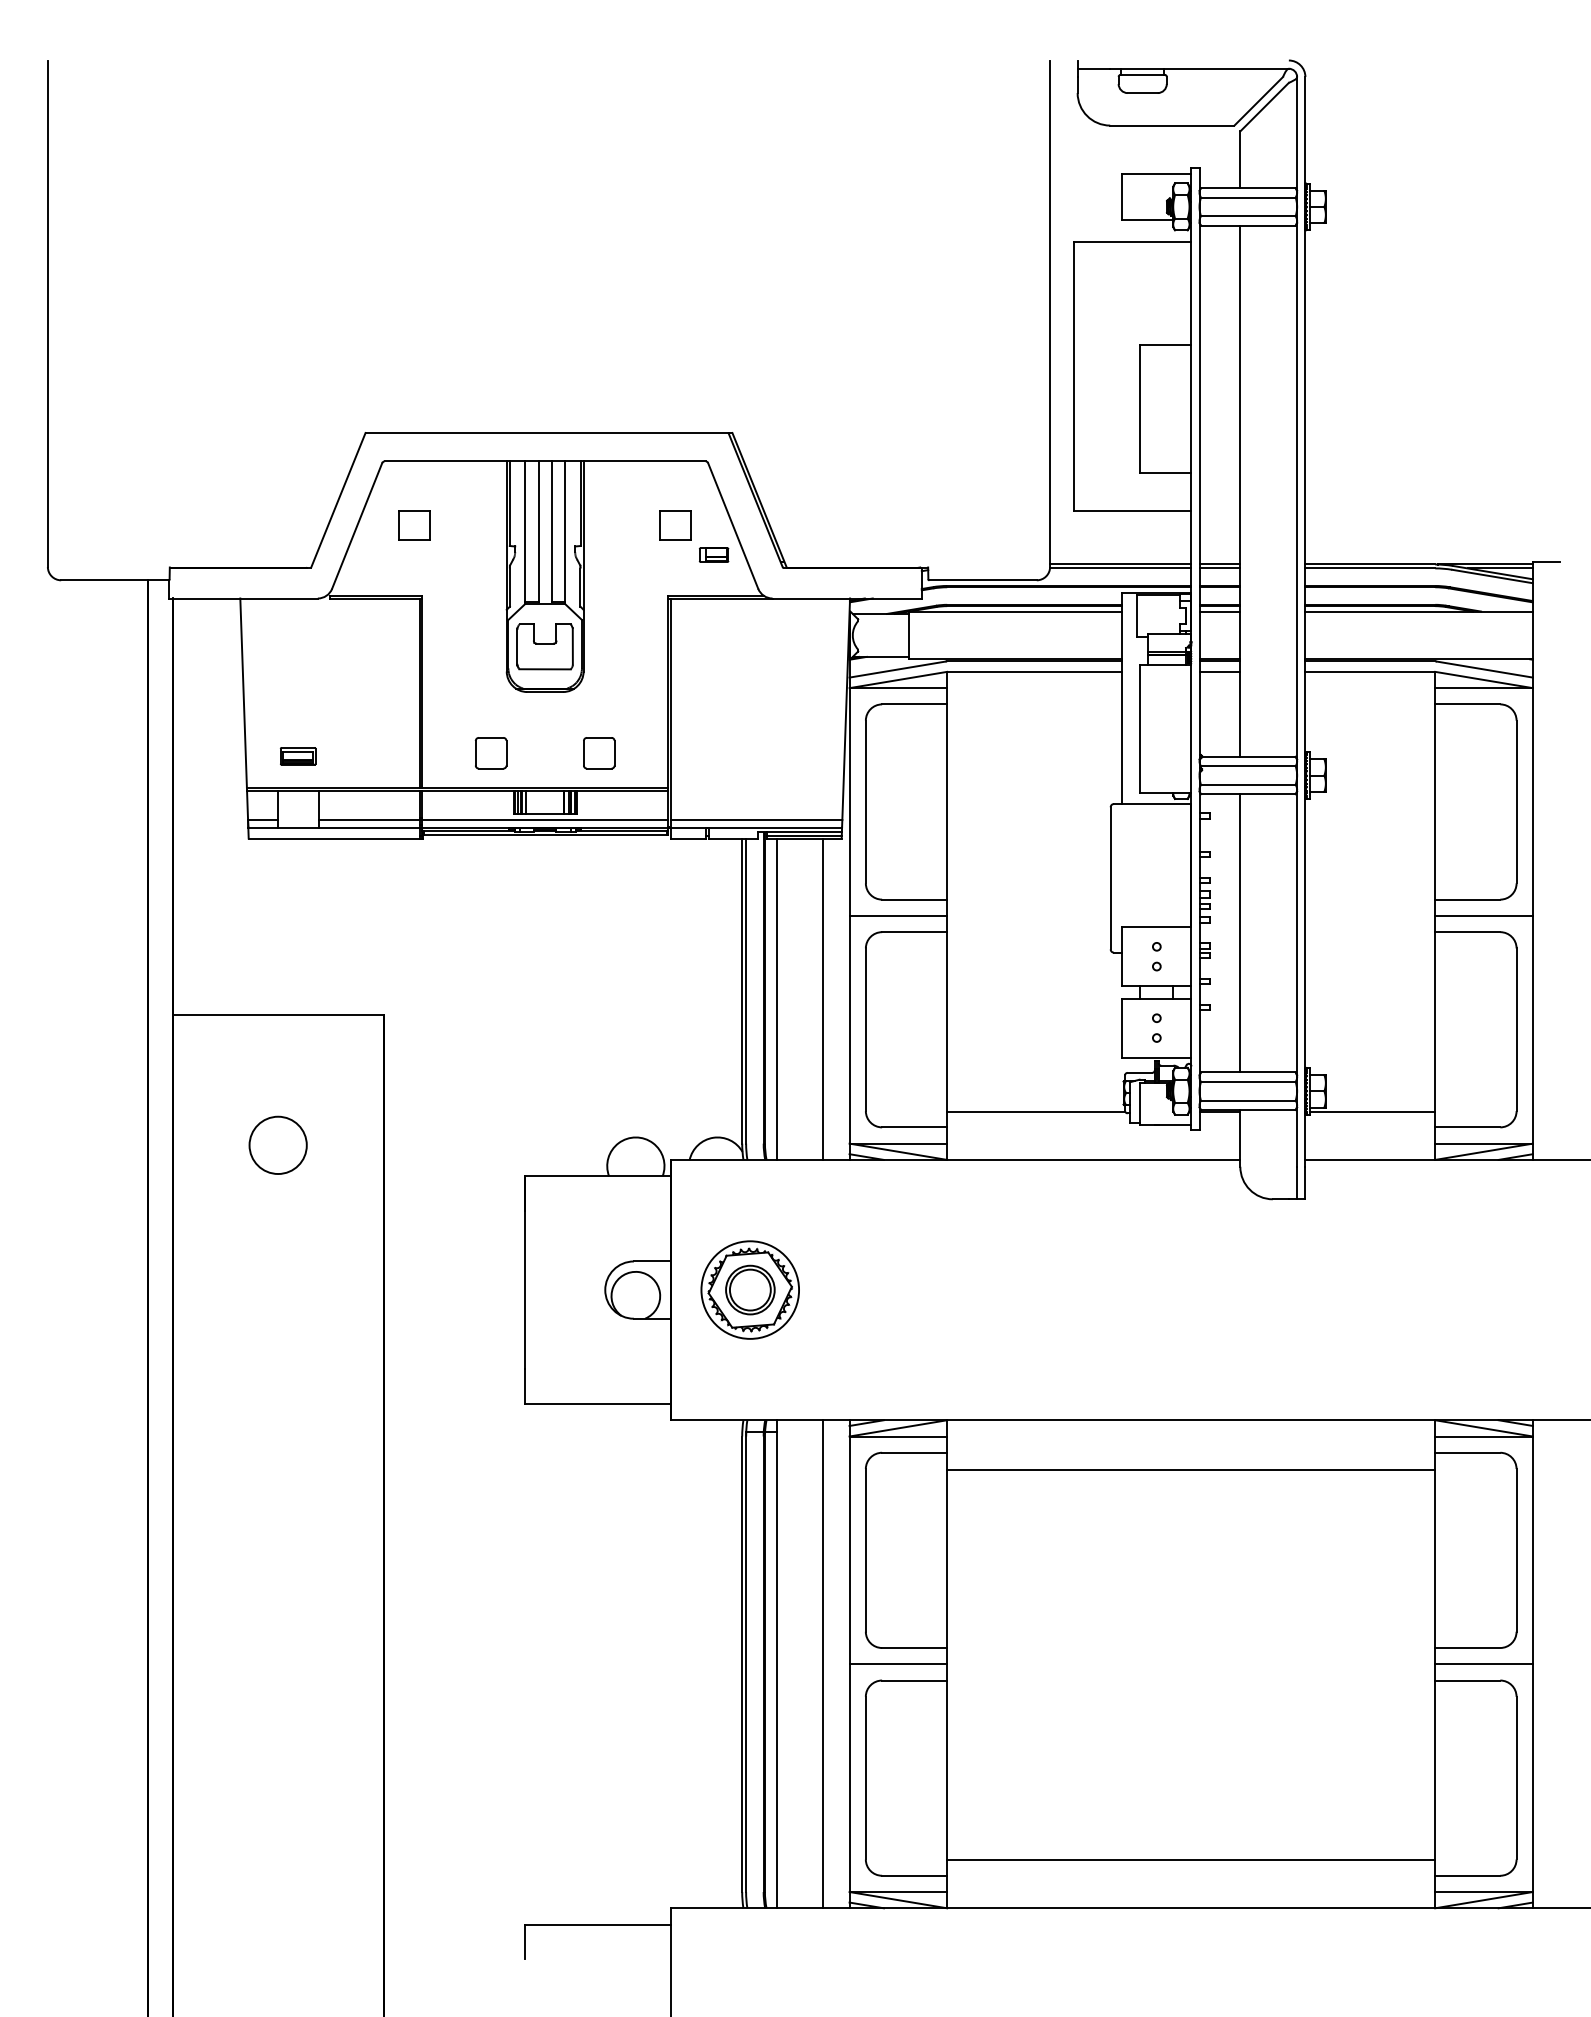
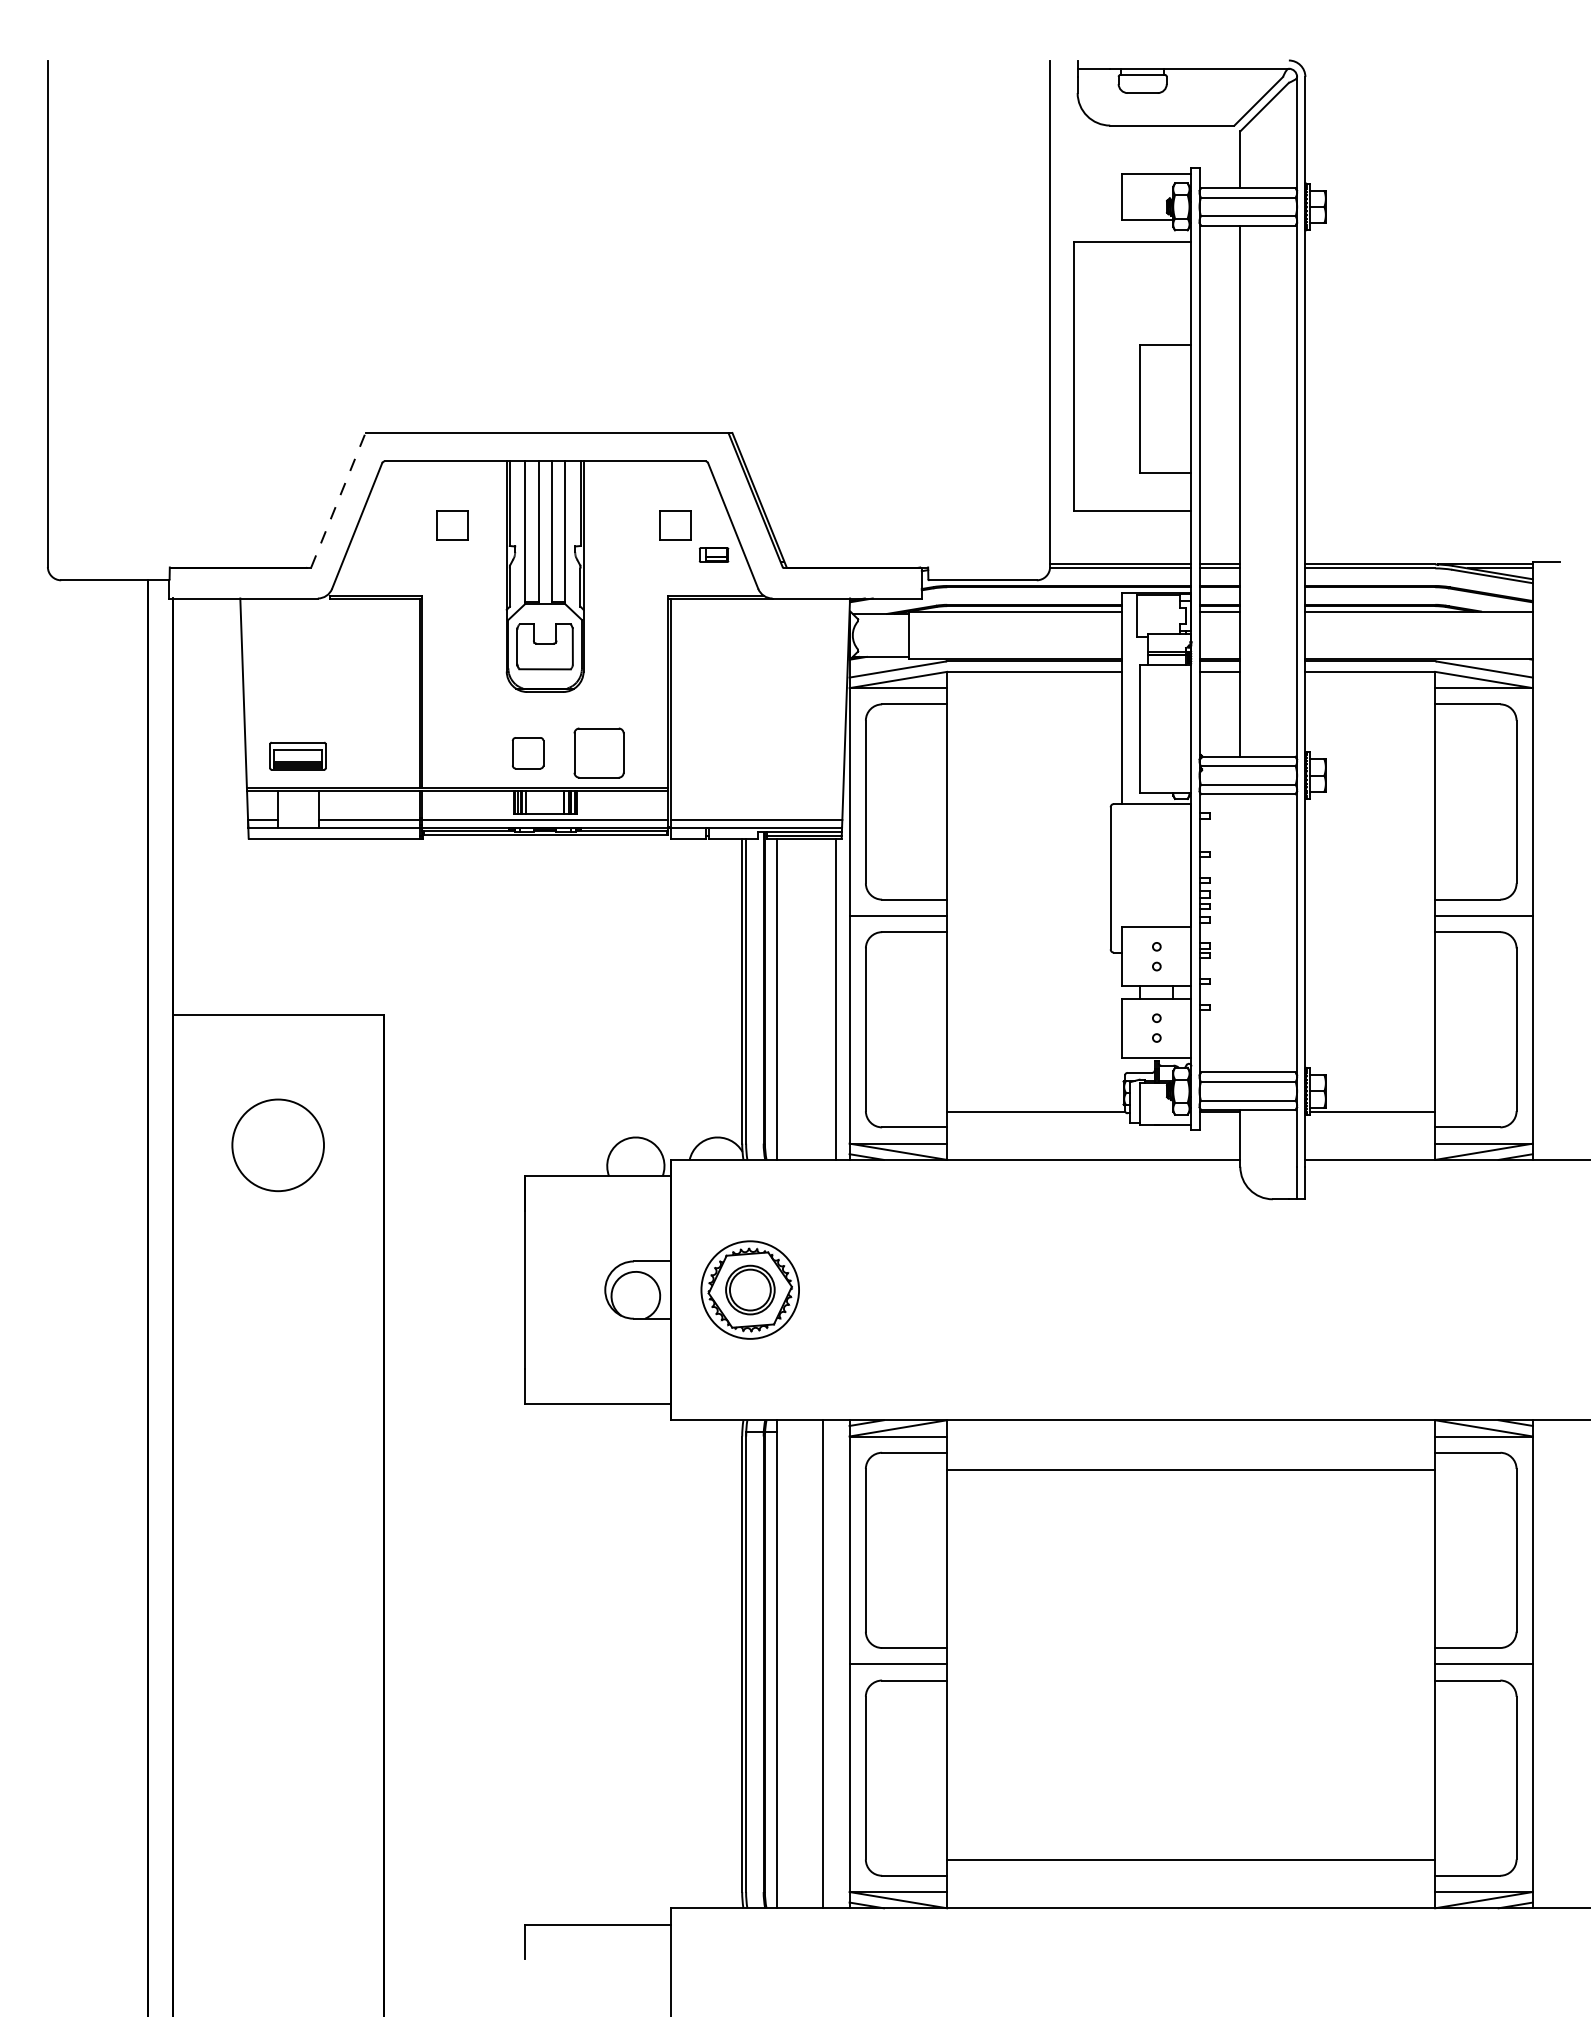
line at (338, 500): solid -> dashed
part at (414, 525) position: (414, 525) -> (452, 525)
part at (490, 753) position: (490, 753) -> (527, 753)
part at (599, 753) size: 33x33 px -> 52x52 px
part at (298, 756) size: 37x19 px -> 58x30 px
line at (1240, 933): present -> none
line at (822, 998) position: (822, 998) -> (835, 998)
circle at (277, 1145) diameter: 57 px -> 92 px
